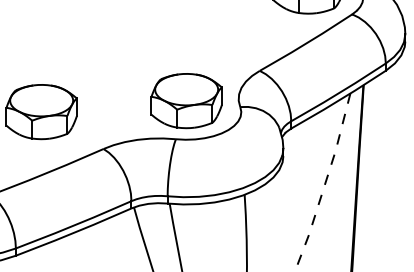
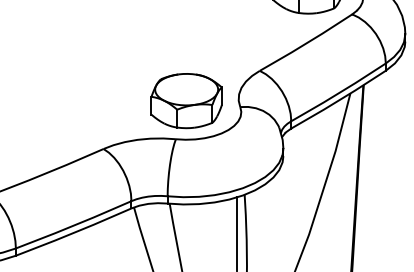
part at (41, 112): present -> none
line at (325, 183): dashed -> solid
line at (237, 232): none -> present
